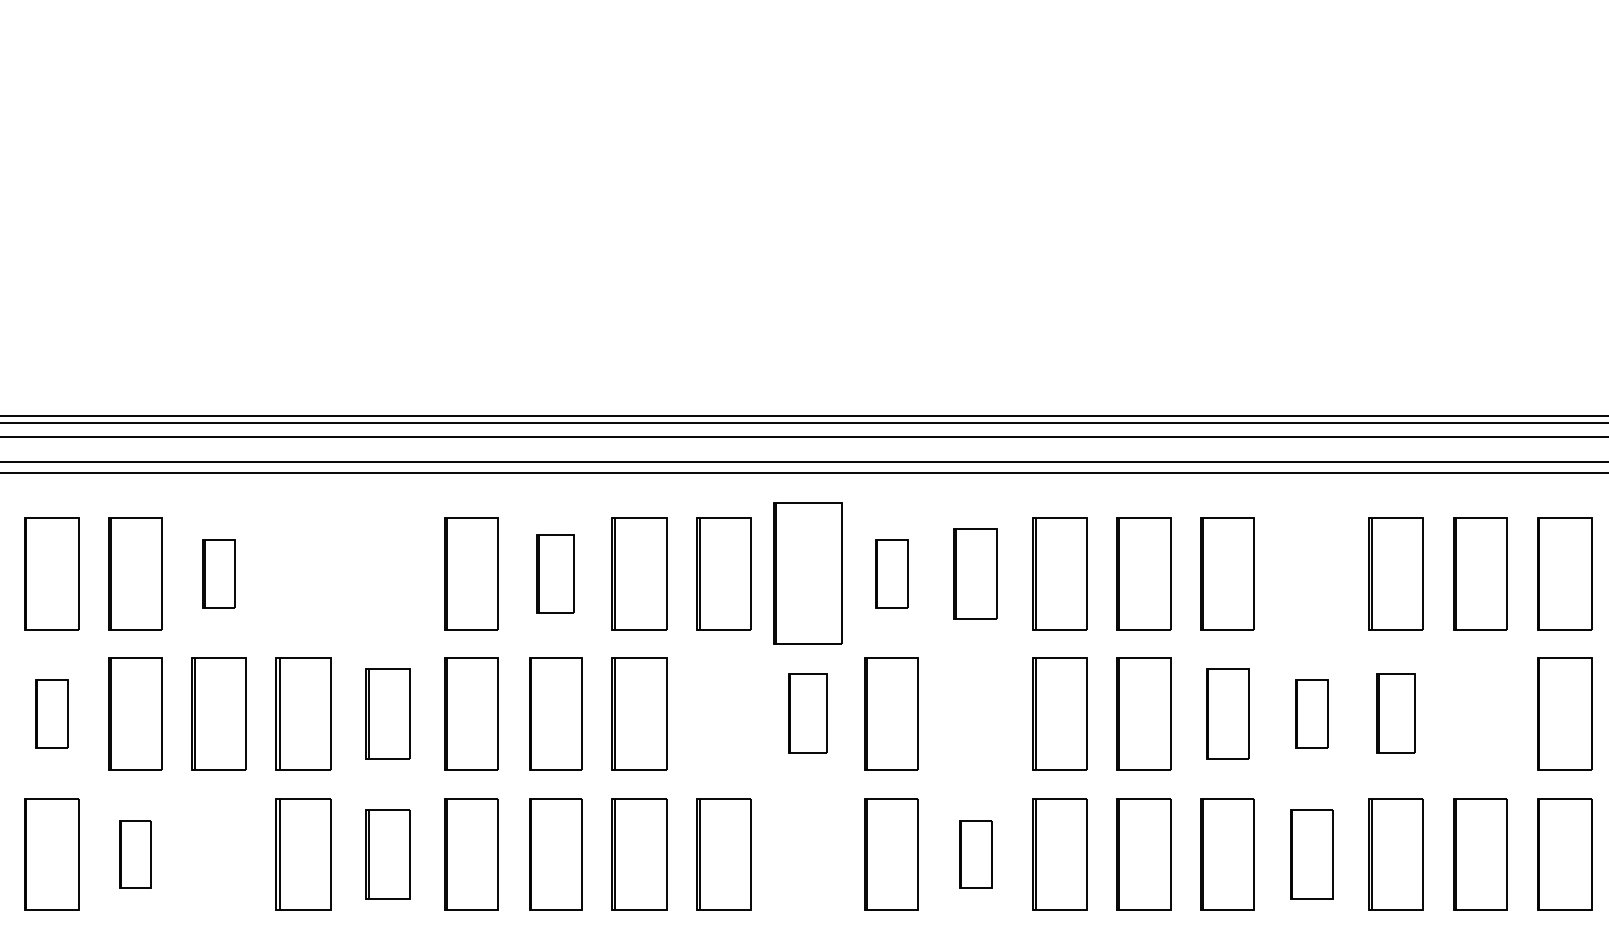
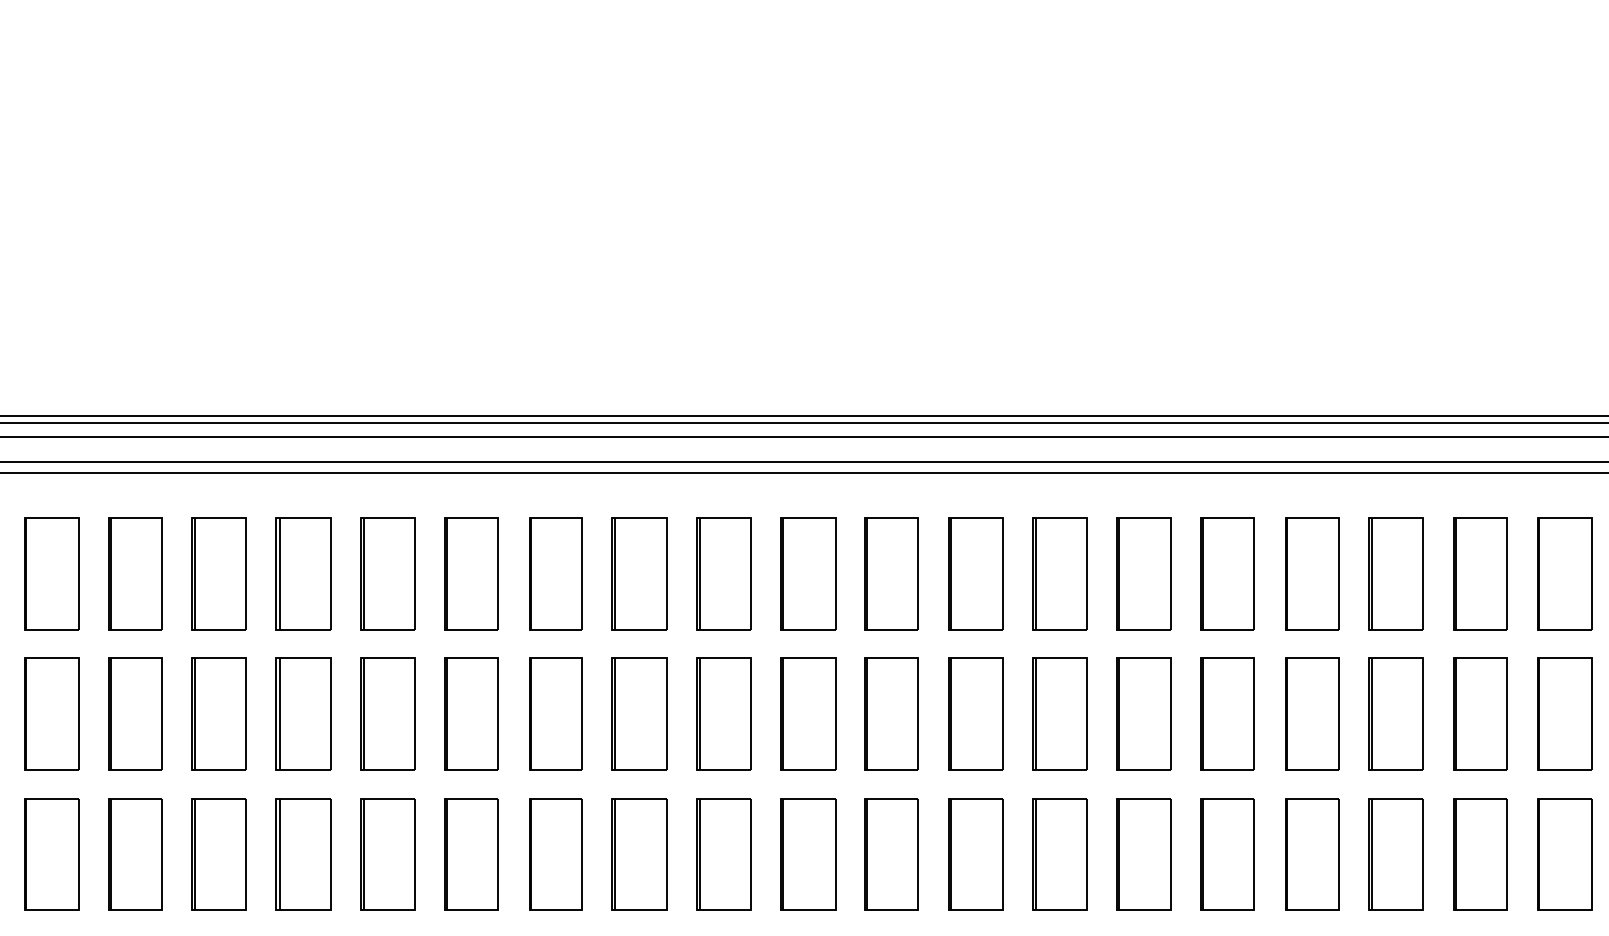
part at (218, 573) size: 34x70 px -> 56x114 px
part at (303, 573): none -> present
part at (387, 573): none -> present
part at (555, 573) size: 39x80 px -> 54x114 px
part at (807, 573) size: 70x143 px -> 57x114 px
part at (891, 573) size: 34x70 px -> 55x114 px
part at (975, 573) size: 45x92 px -> 56x114 px
part at (1312, 573): none -> present
part at (51, 713) size: 34x70 px -> 56x114 px
part at (387, 713) size: 46x92 px -> 56x114 px
part at (723, 713): none -> present
part at (807, 713) size: 40x81 px -> 57x114 px
part at (975, 713): none -> present
part at (1227, 713) size: 44x92 px -> 55x114 px
part at (1311, 713) size: 34x70 px -> 55x114 px
part at (1395, 713) size: 40x81 px -> 56x114 px
part at (1480, 713): none -> present
part at (135, 854) size: 33x69 px -> 55x113 px
part at (218, 854): none -> present
part at (387, 854) size: 46x91 px -> 56x113 px
part at (808, 854): none -> present
part at (975, 854) size: 34x69 px -> 56x113 px
part at (1311, 854) size: 44x91 px -> 55x113 px
